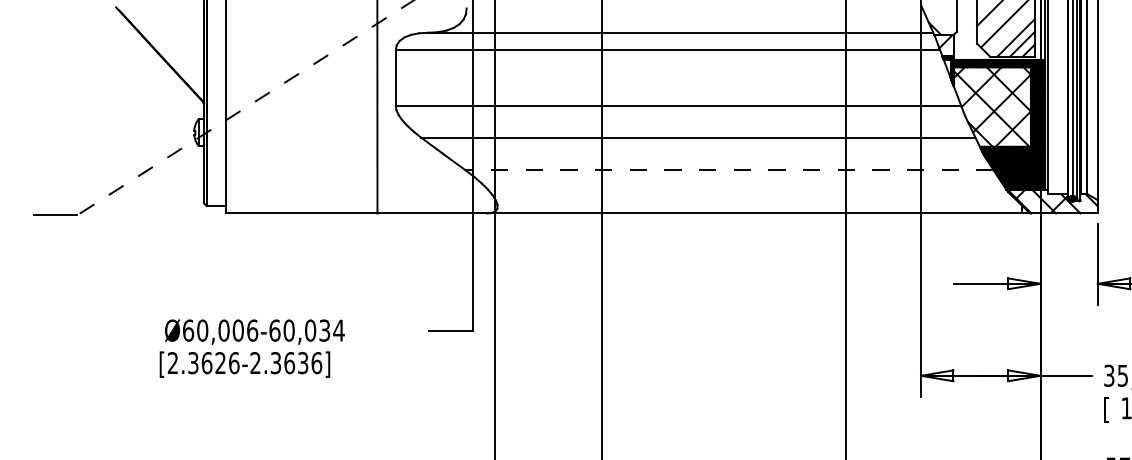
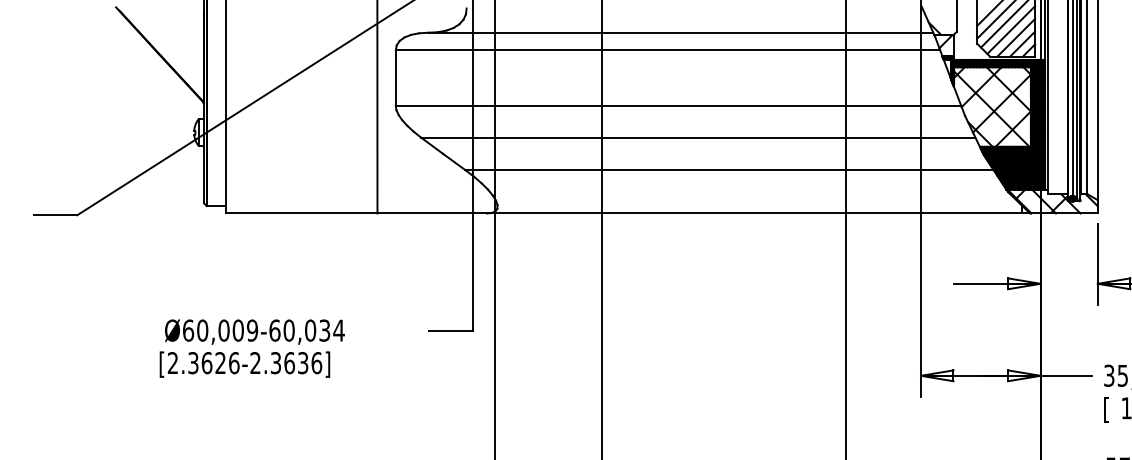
line at (995, 20): none -> present
line at (1011, 29): none -> present
line at (245, 107): dashed -> solid
line at (729, 170): dashed -> solid
text at (252, 330): Ø60,006-60,034 -> Ø60,009-60,034
